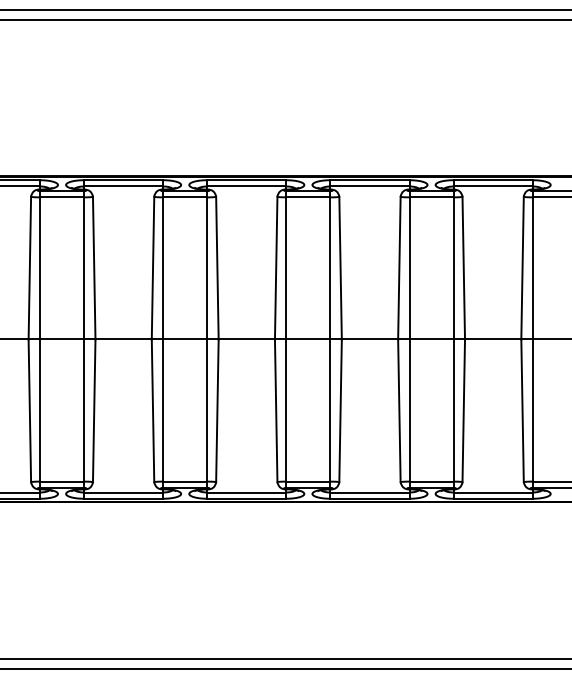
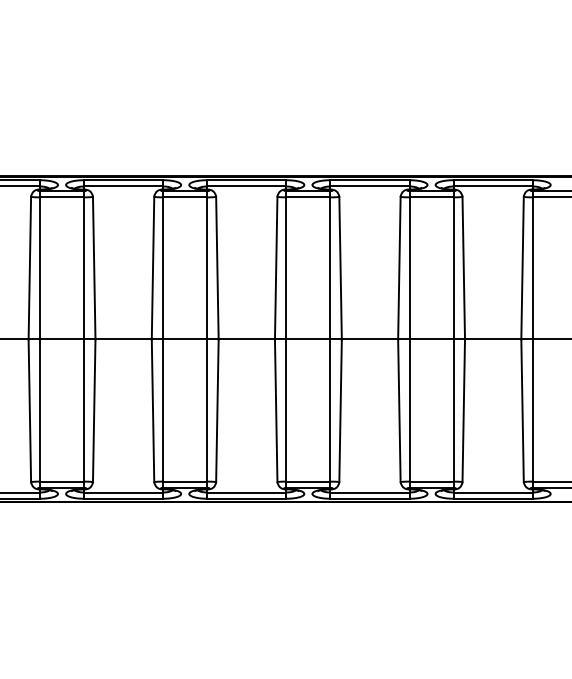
line at (285, 9): present -> none
line at (285, 20): present -> none
line at (285, 658): present -> none
line at (285, 669): present -> none
